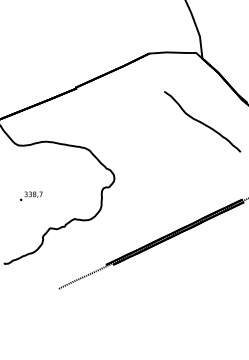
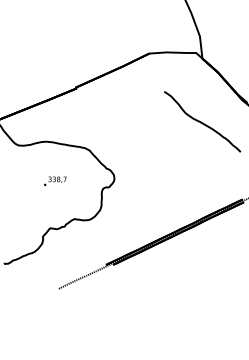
text at (31, 195) position: (31, 195) -> (55, 180)
